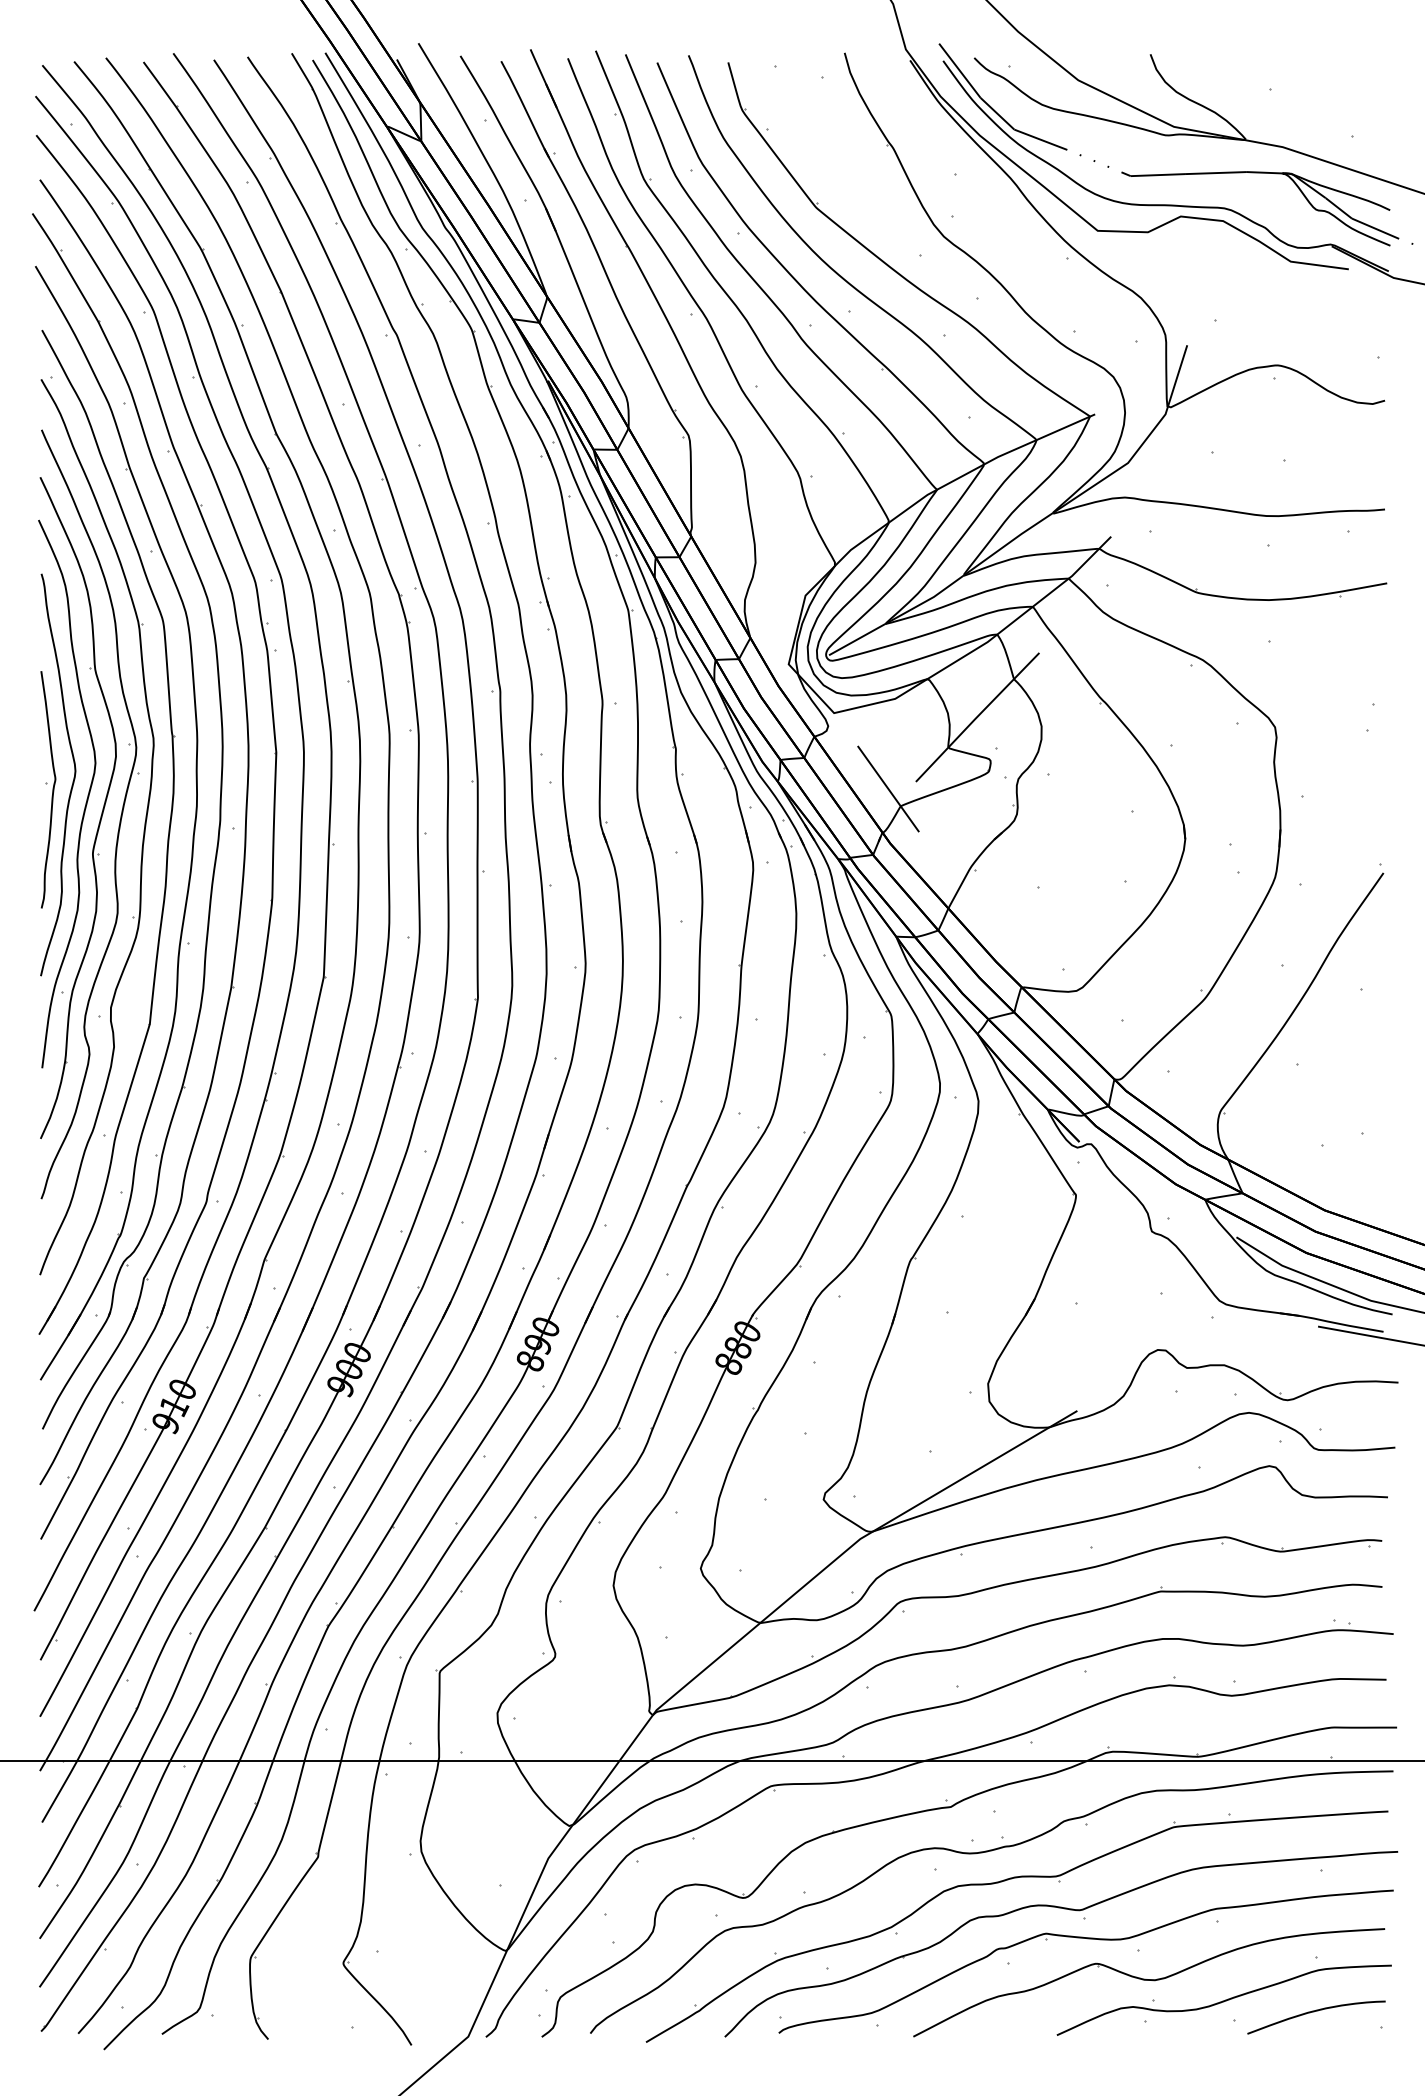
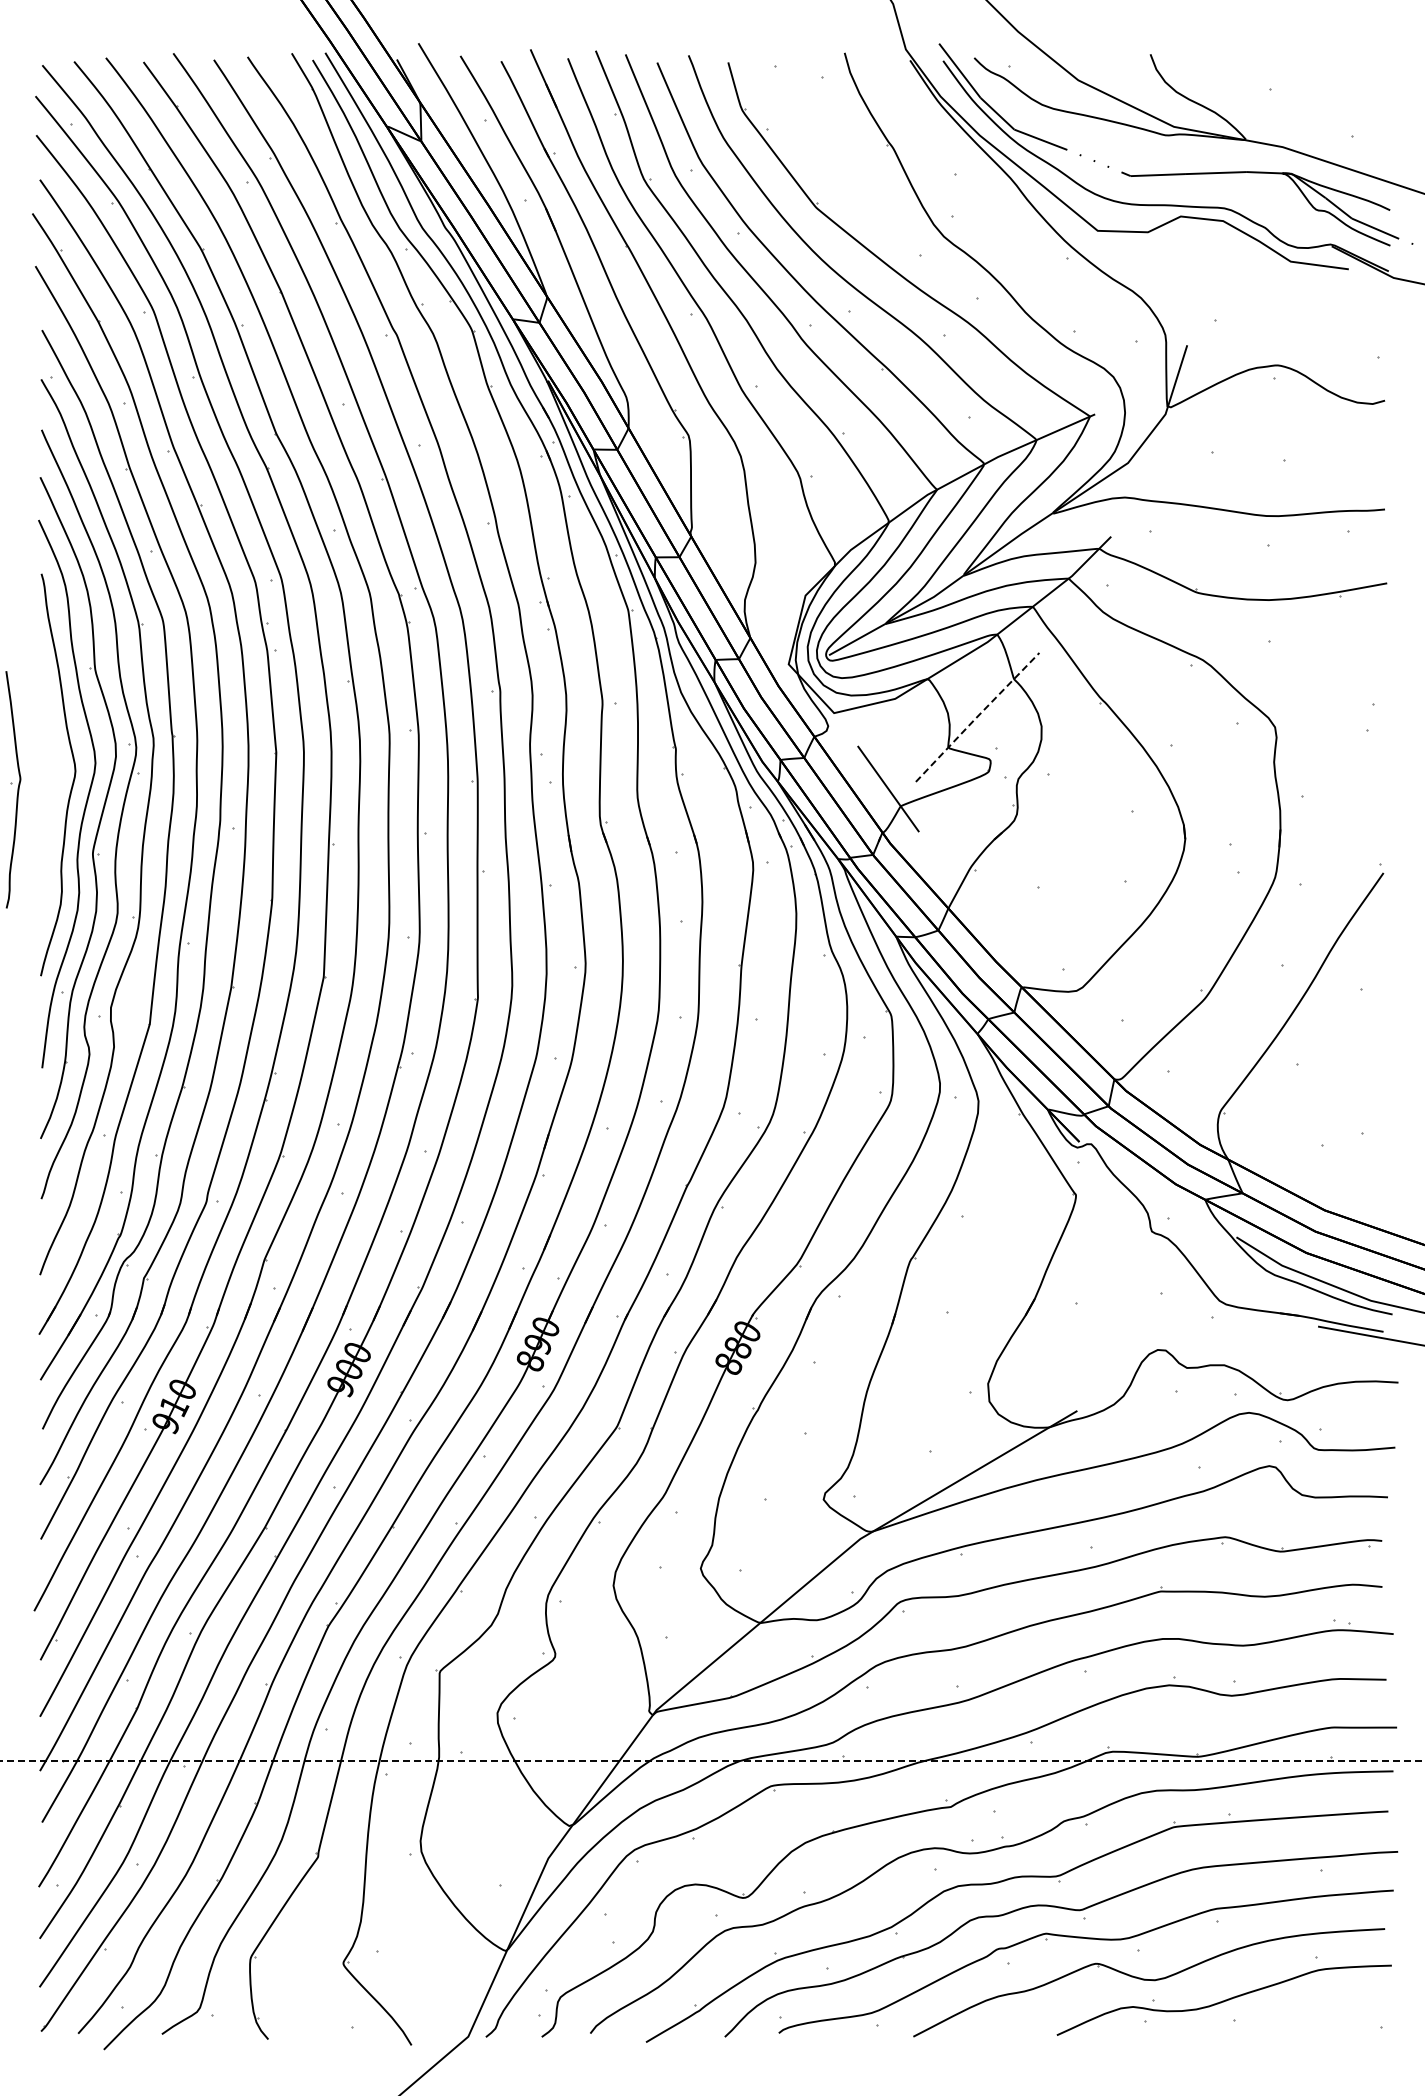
line at (977, 716): solid -> dashed
part at (48, 789) position: (48, 789) -> (13, 789)
line at (713, 1761): solid -> dashed
curve at (1314, 2012): present -> none
